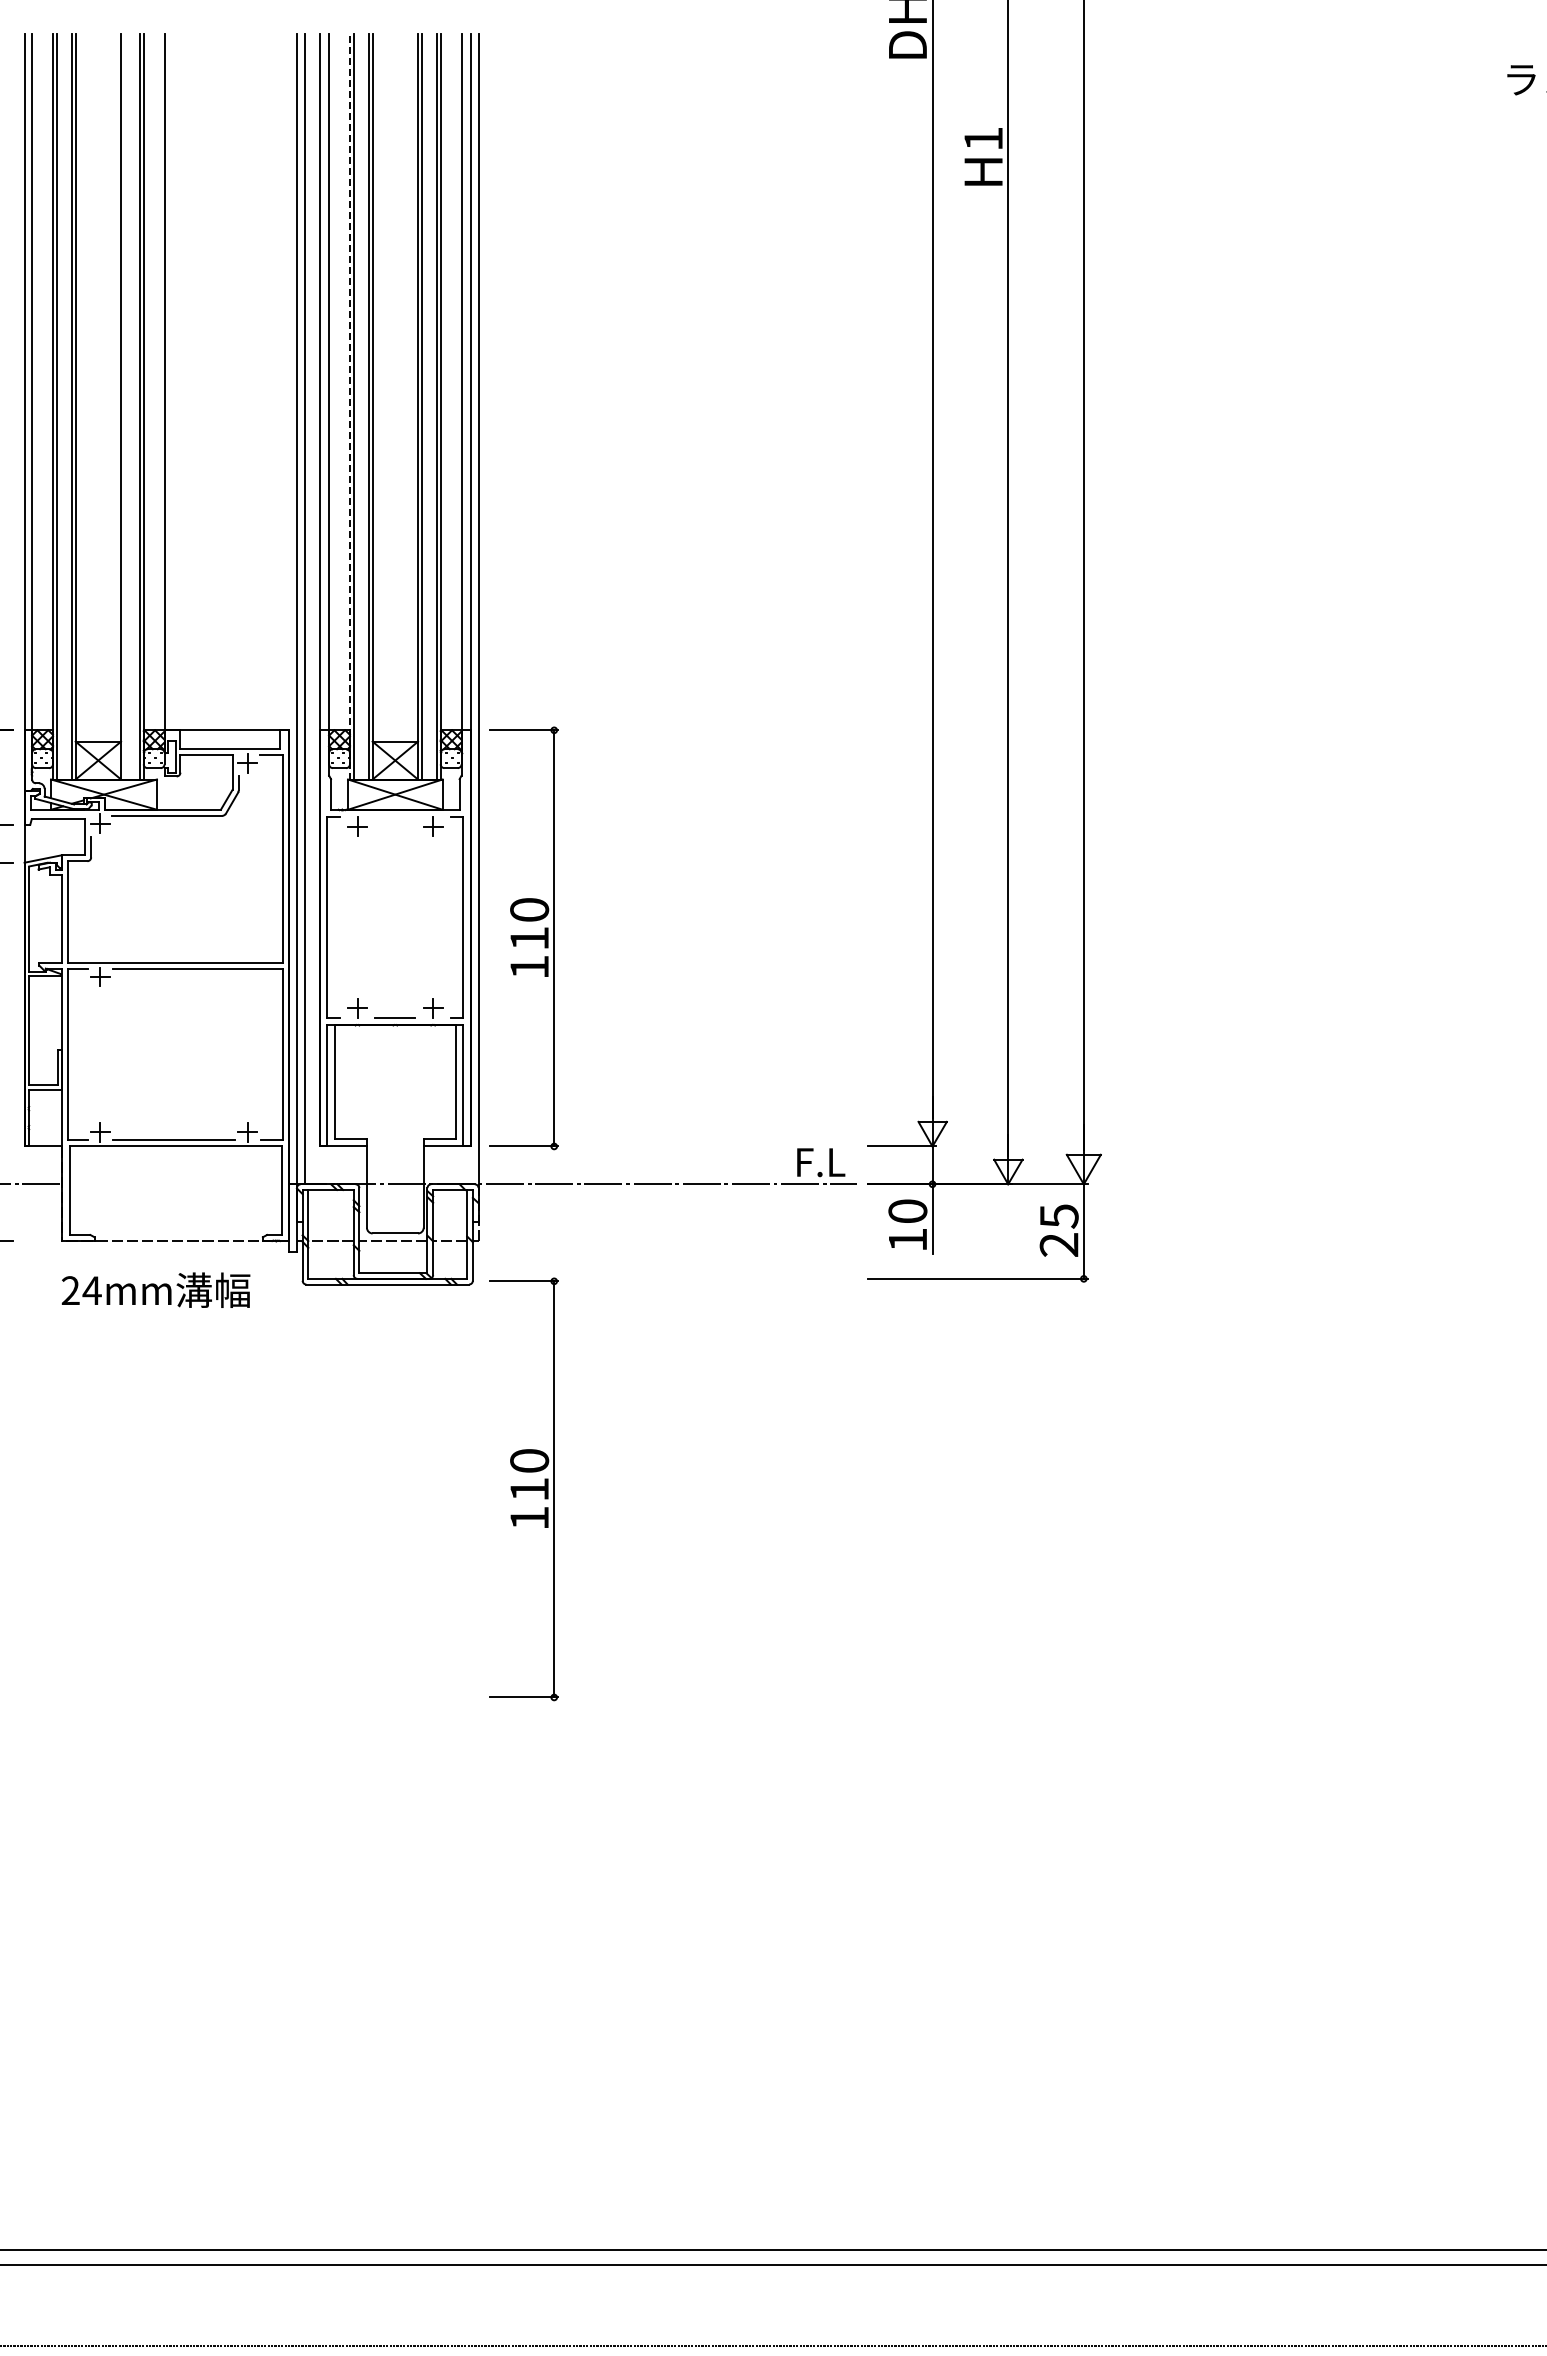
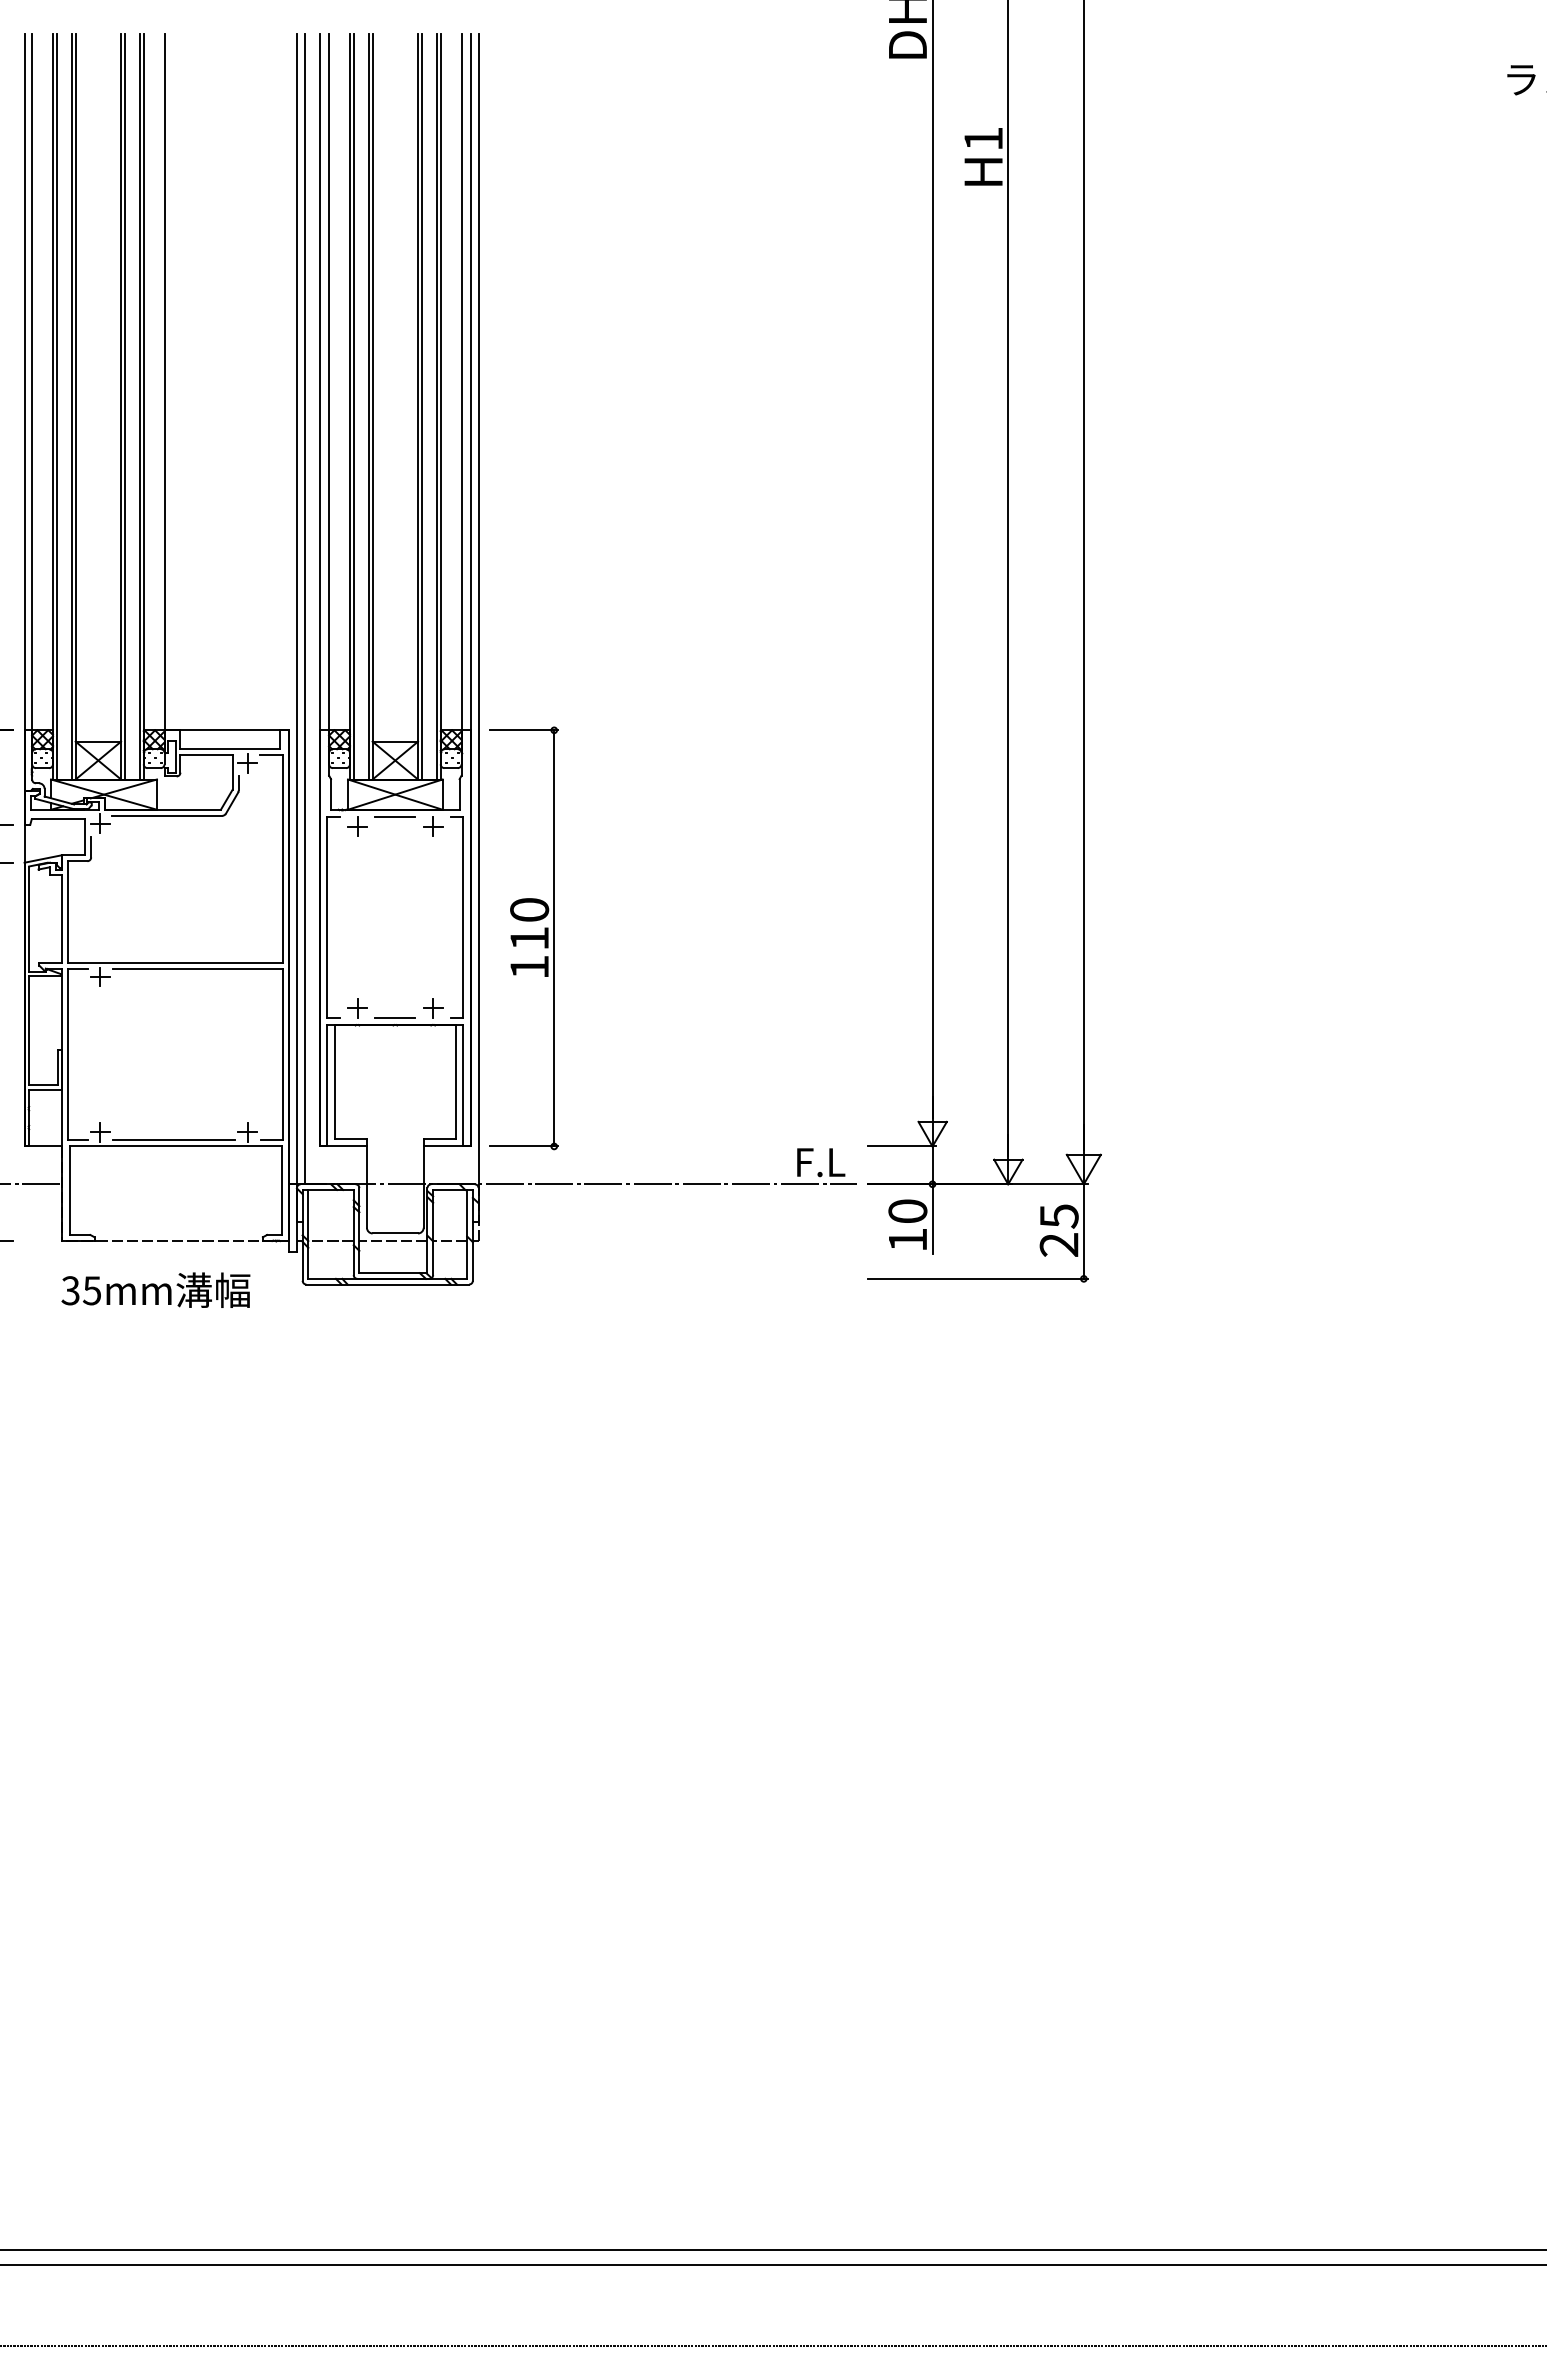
line at (124, 406): none -> present
line at (349, 406): dashed -> solid
line at (395, 816): none -> present
text at (81, 1290): 24mm -> 35mm
part at (523, 1489): present -> none
